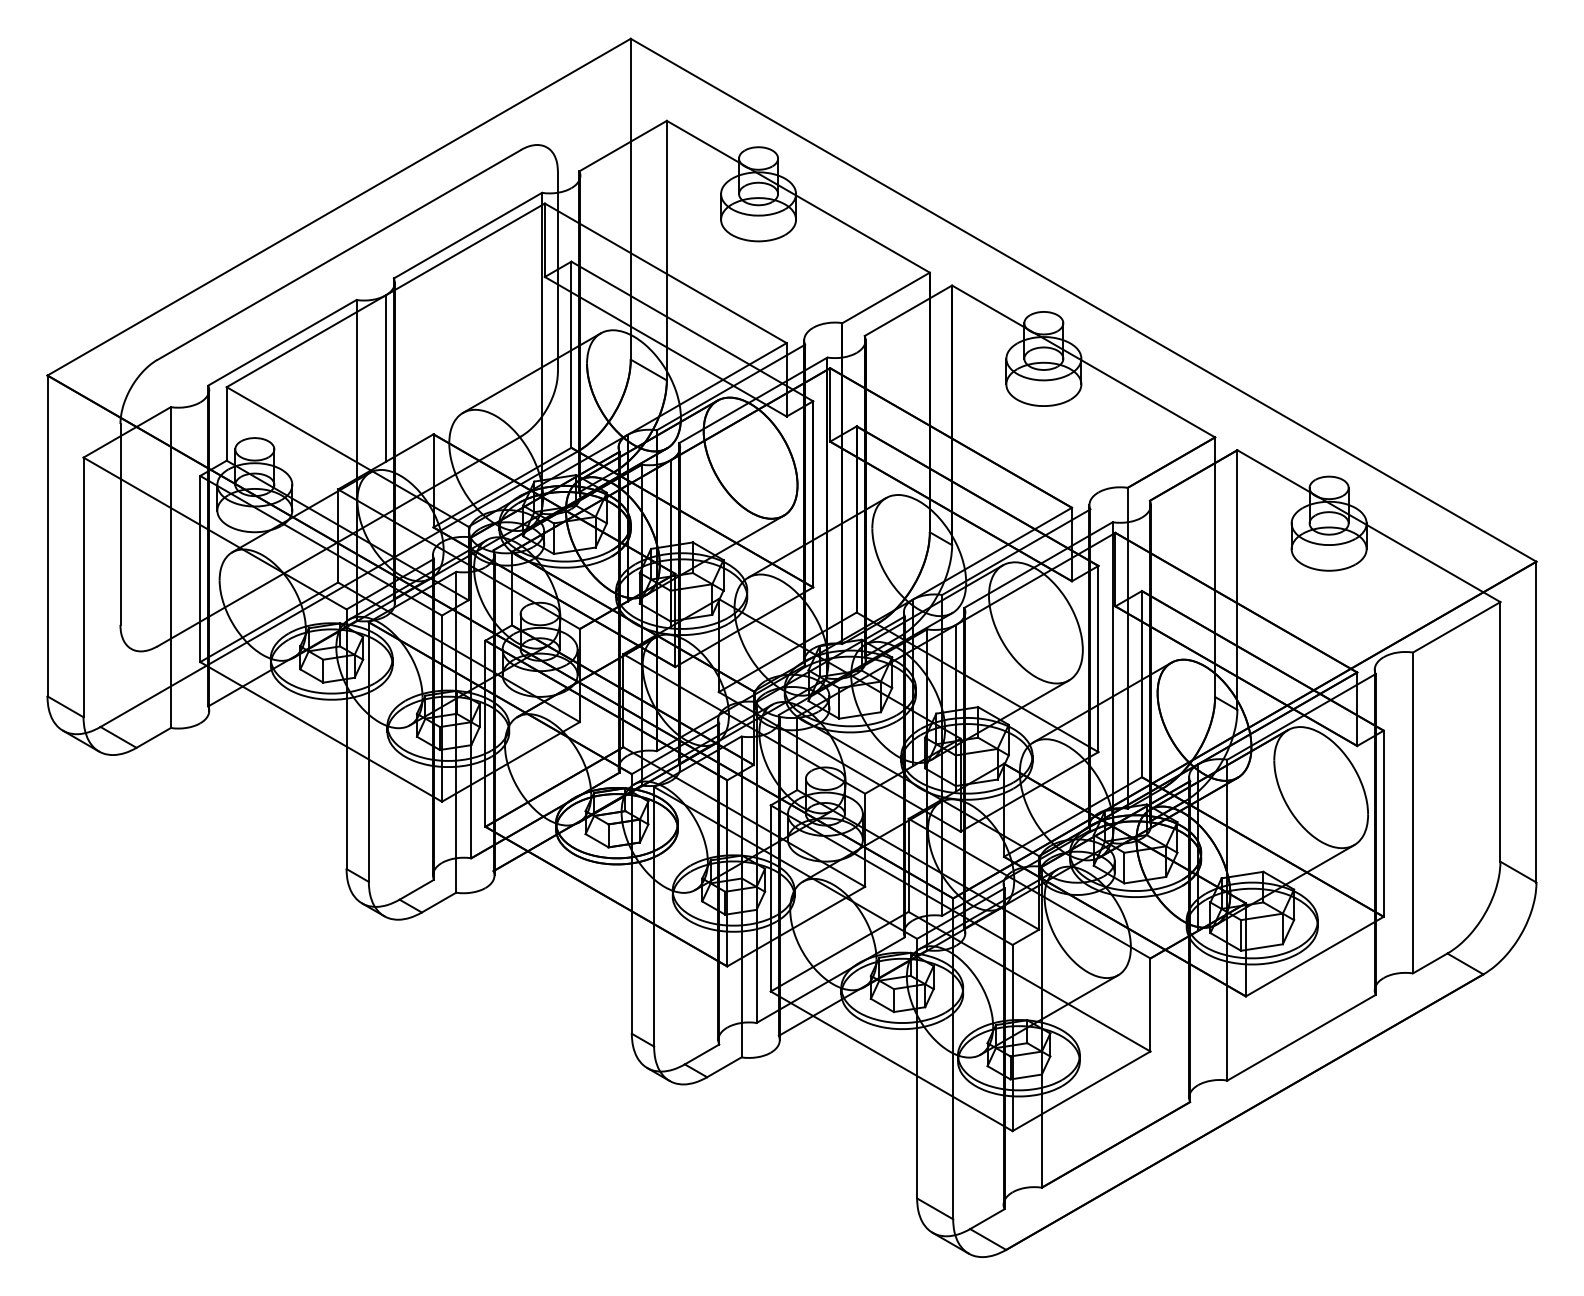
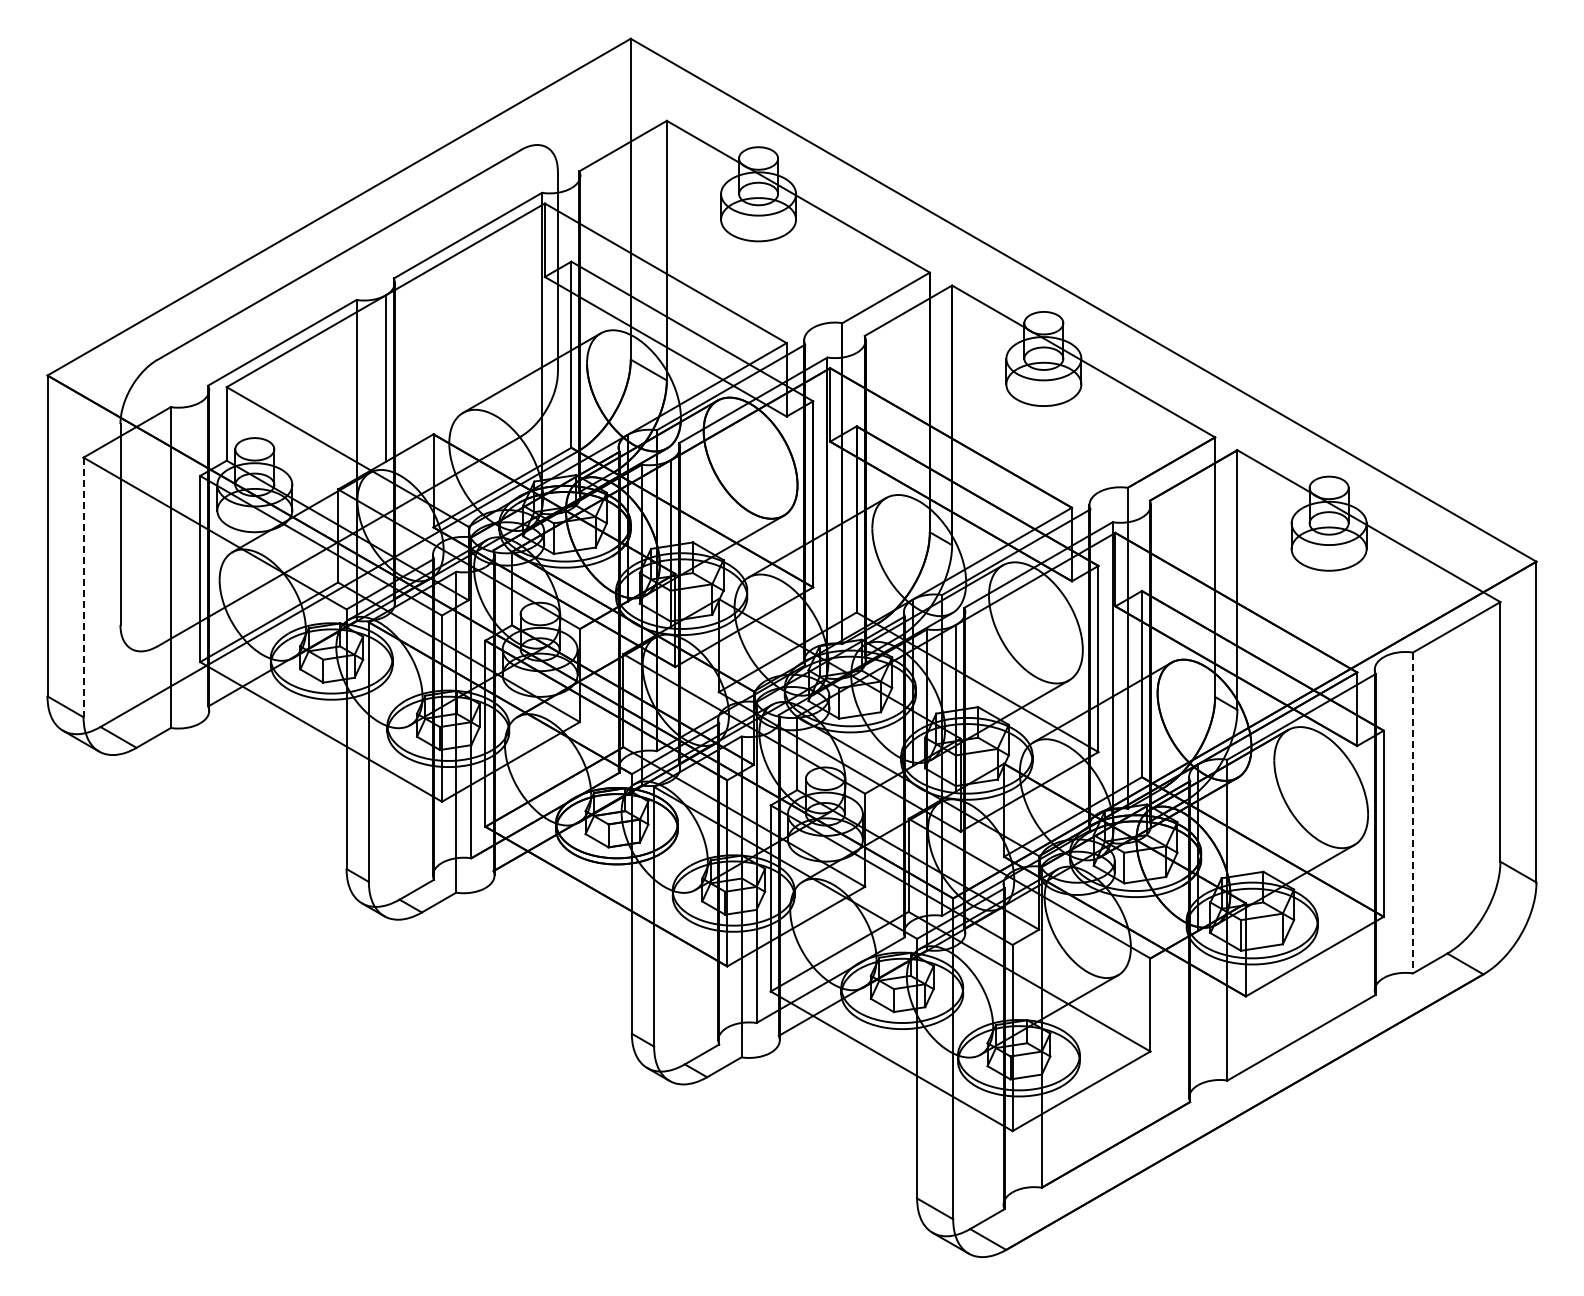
line at (83, 587): solid -> dashed
line at (1413, 813): solid -> dashed
